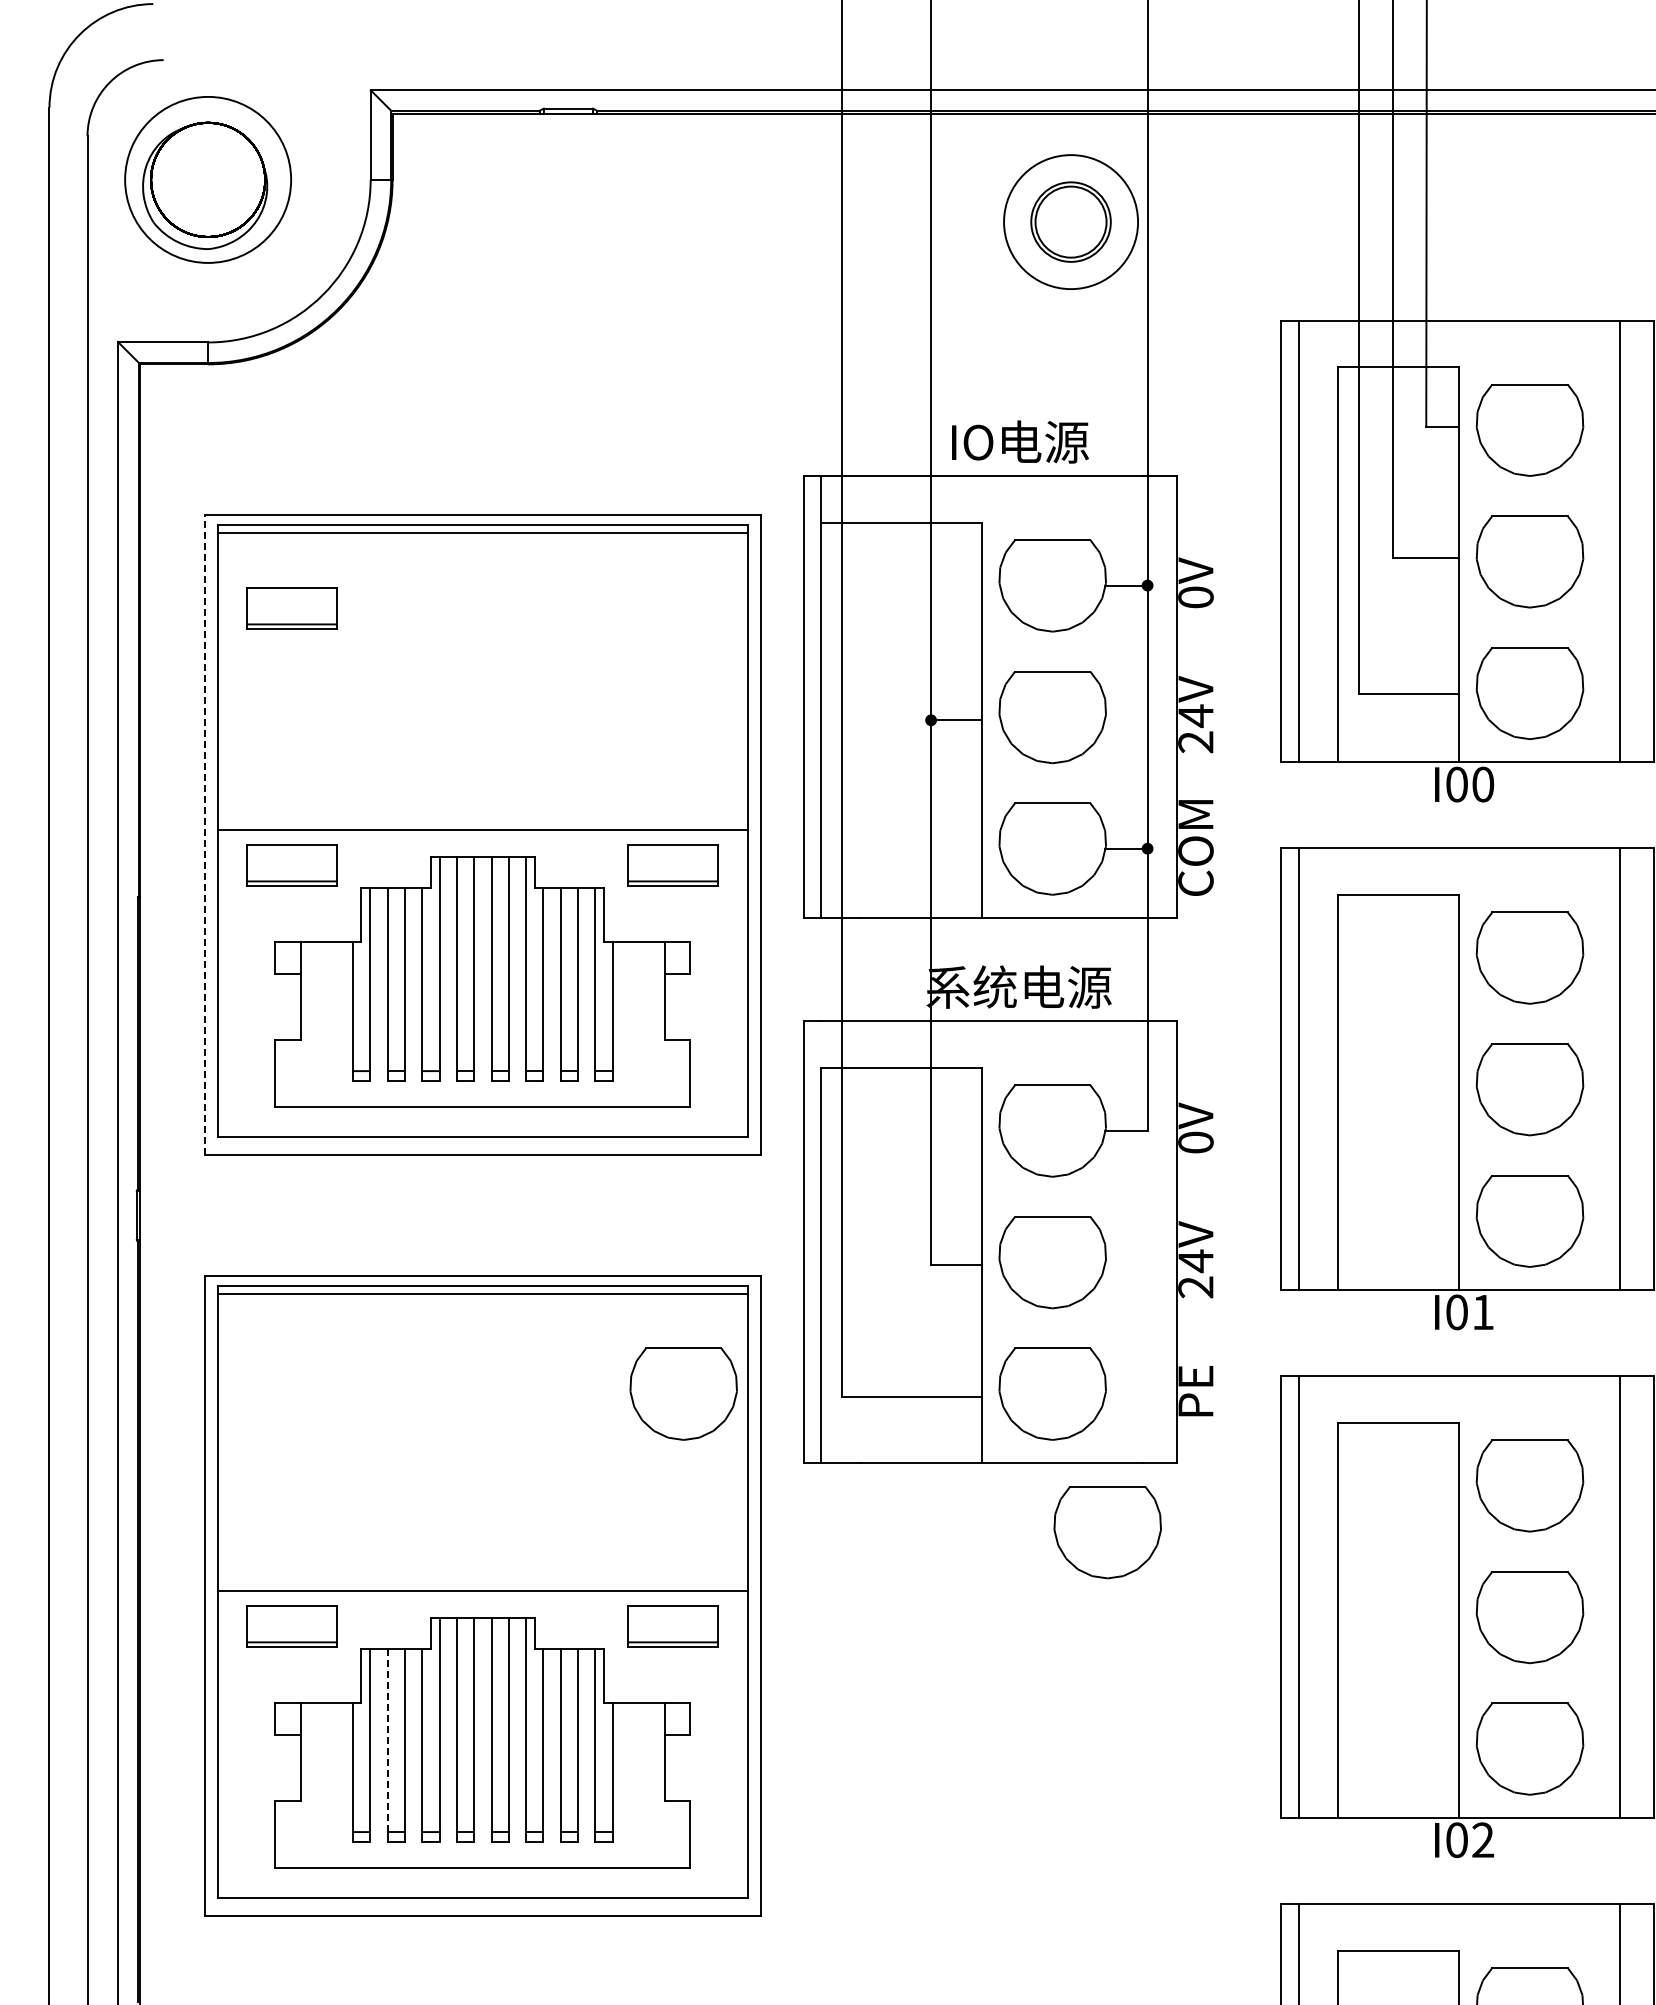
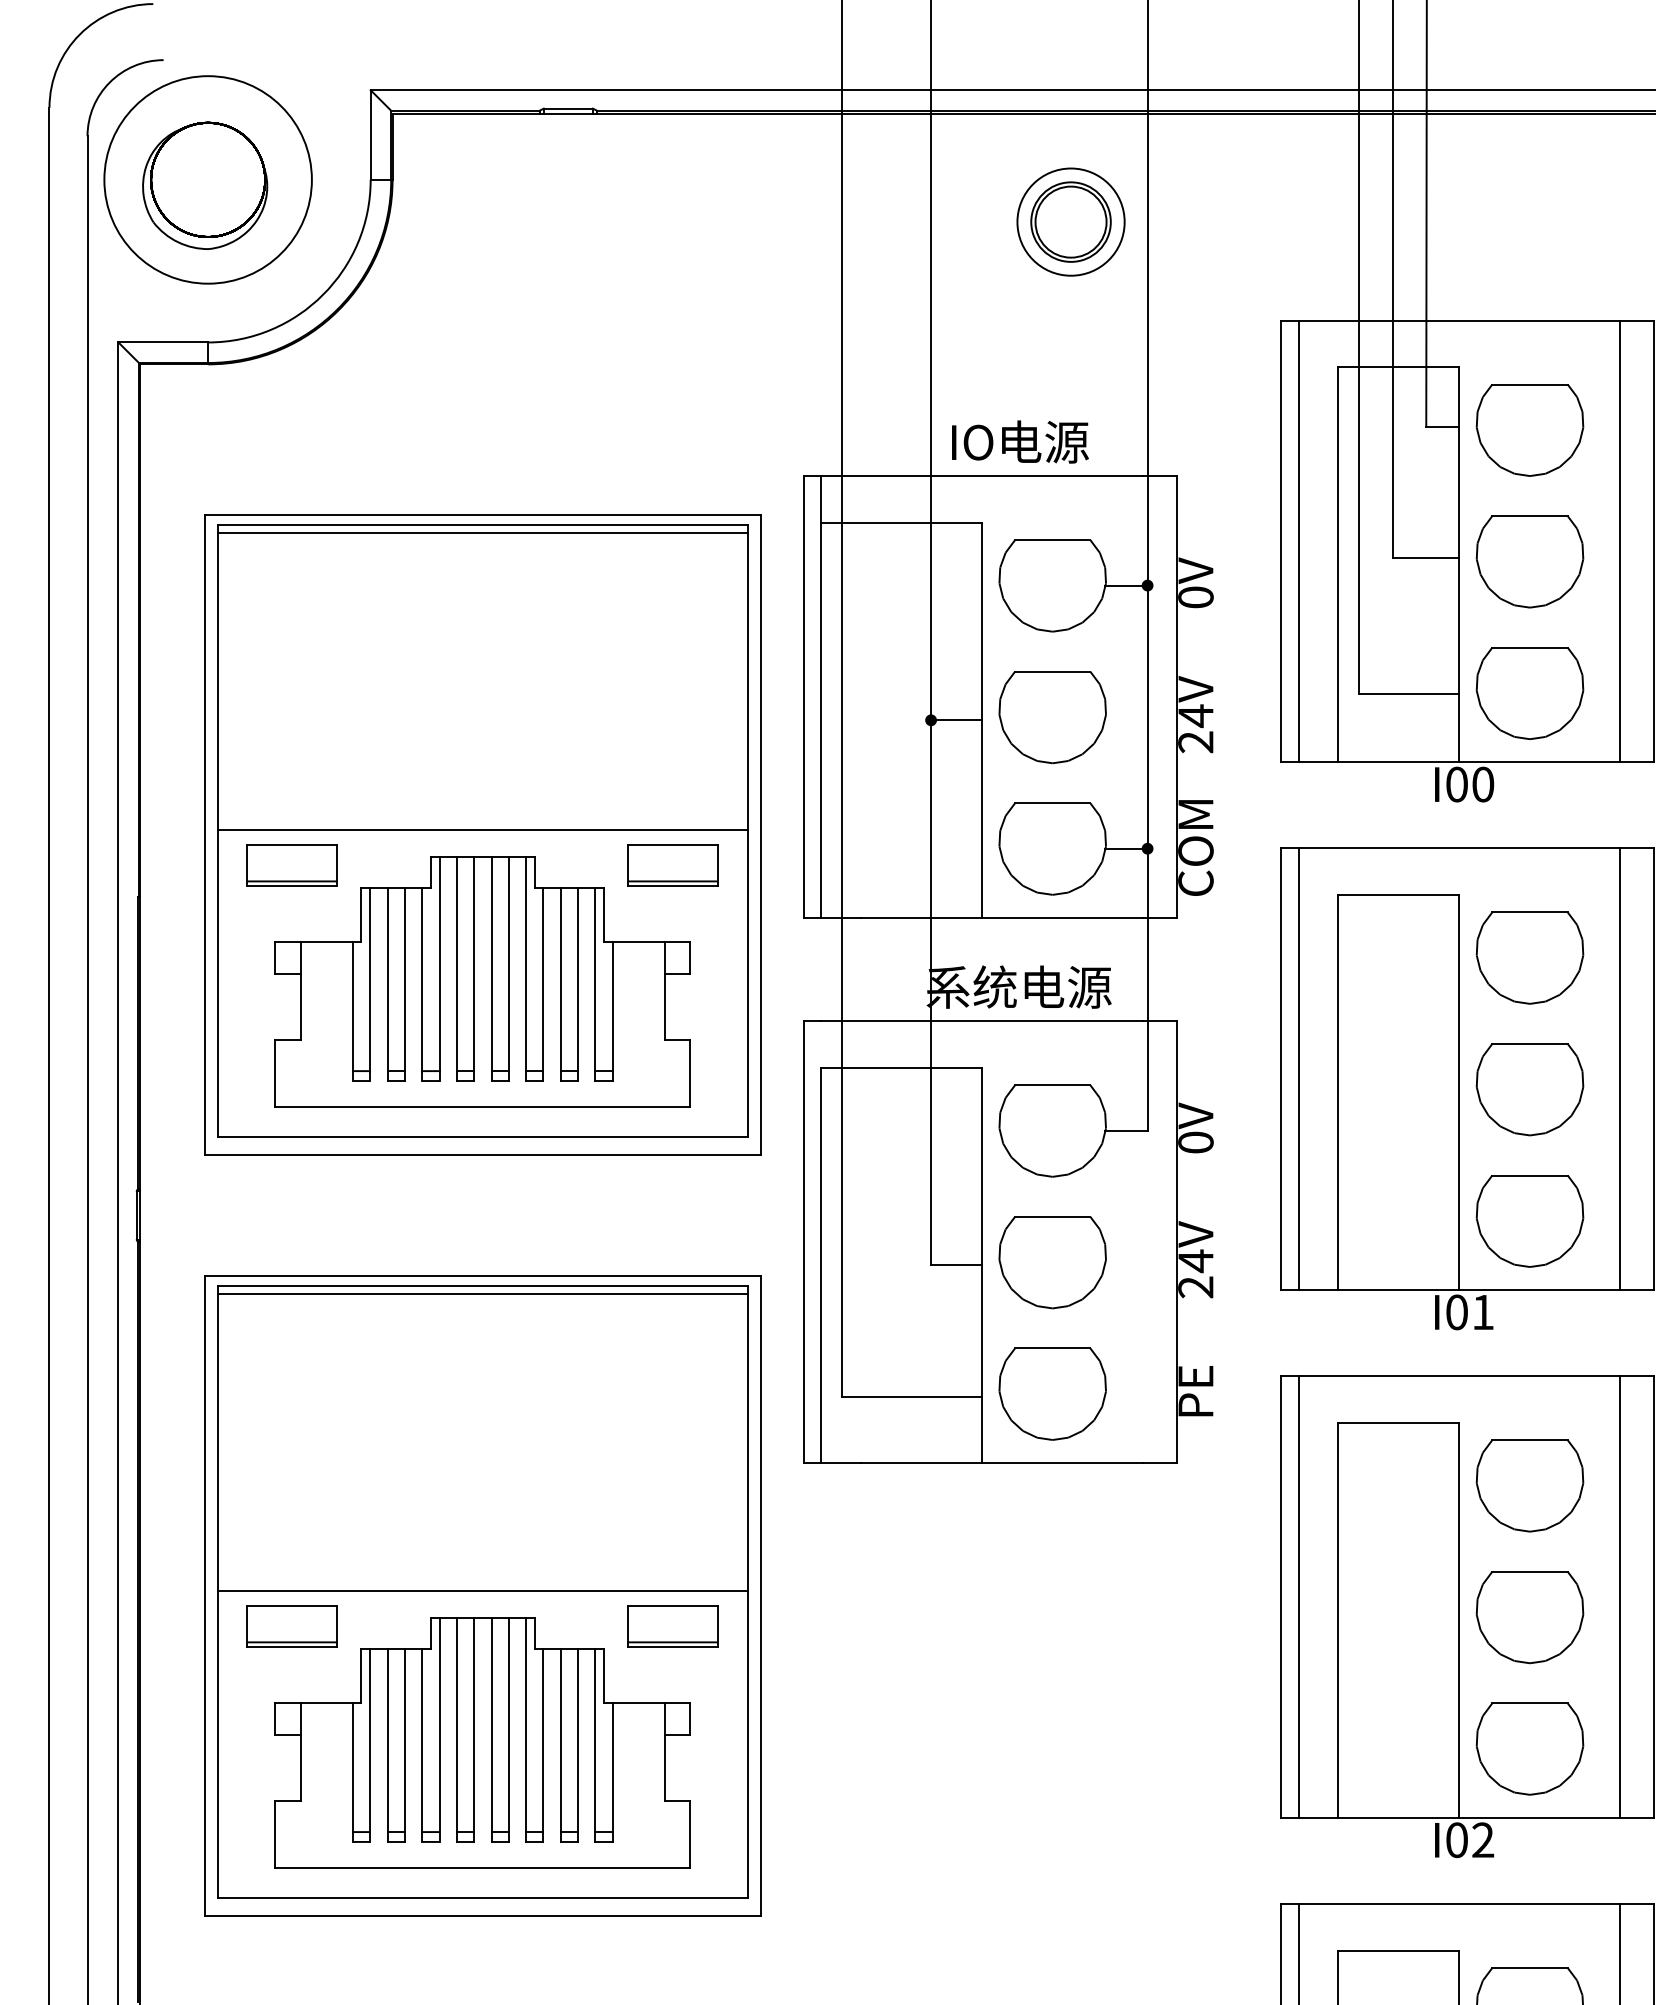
circle at (208, 179) diameter: 166 px -> 208 px
circle at (1071, 222) diameter: 134 px -> 107 px
part at (291, 608): present -> none
line at (204, 835): dashed -> solid
part at (683, 1393): present -> none
part at (1107, 1532): present -> none
line at (387, 1740): dashed -> solid
